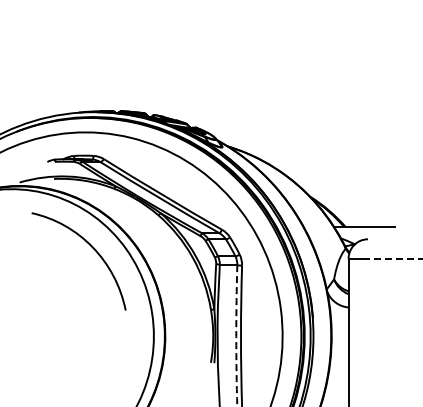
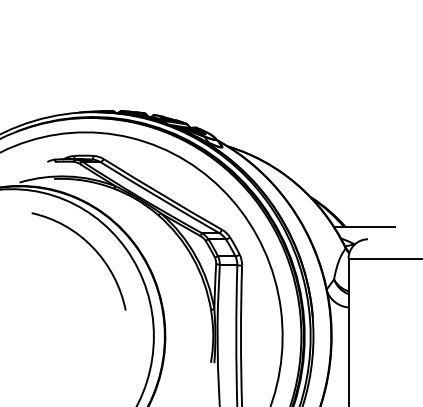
line at (393, 258): dashed -> solid
arc at (236, 336): dashed -> solid
